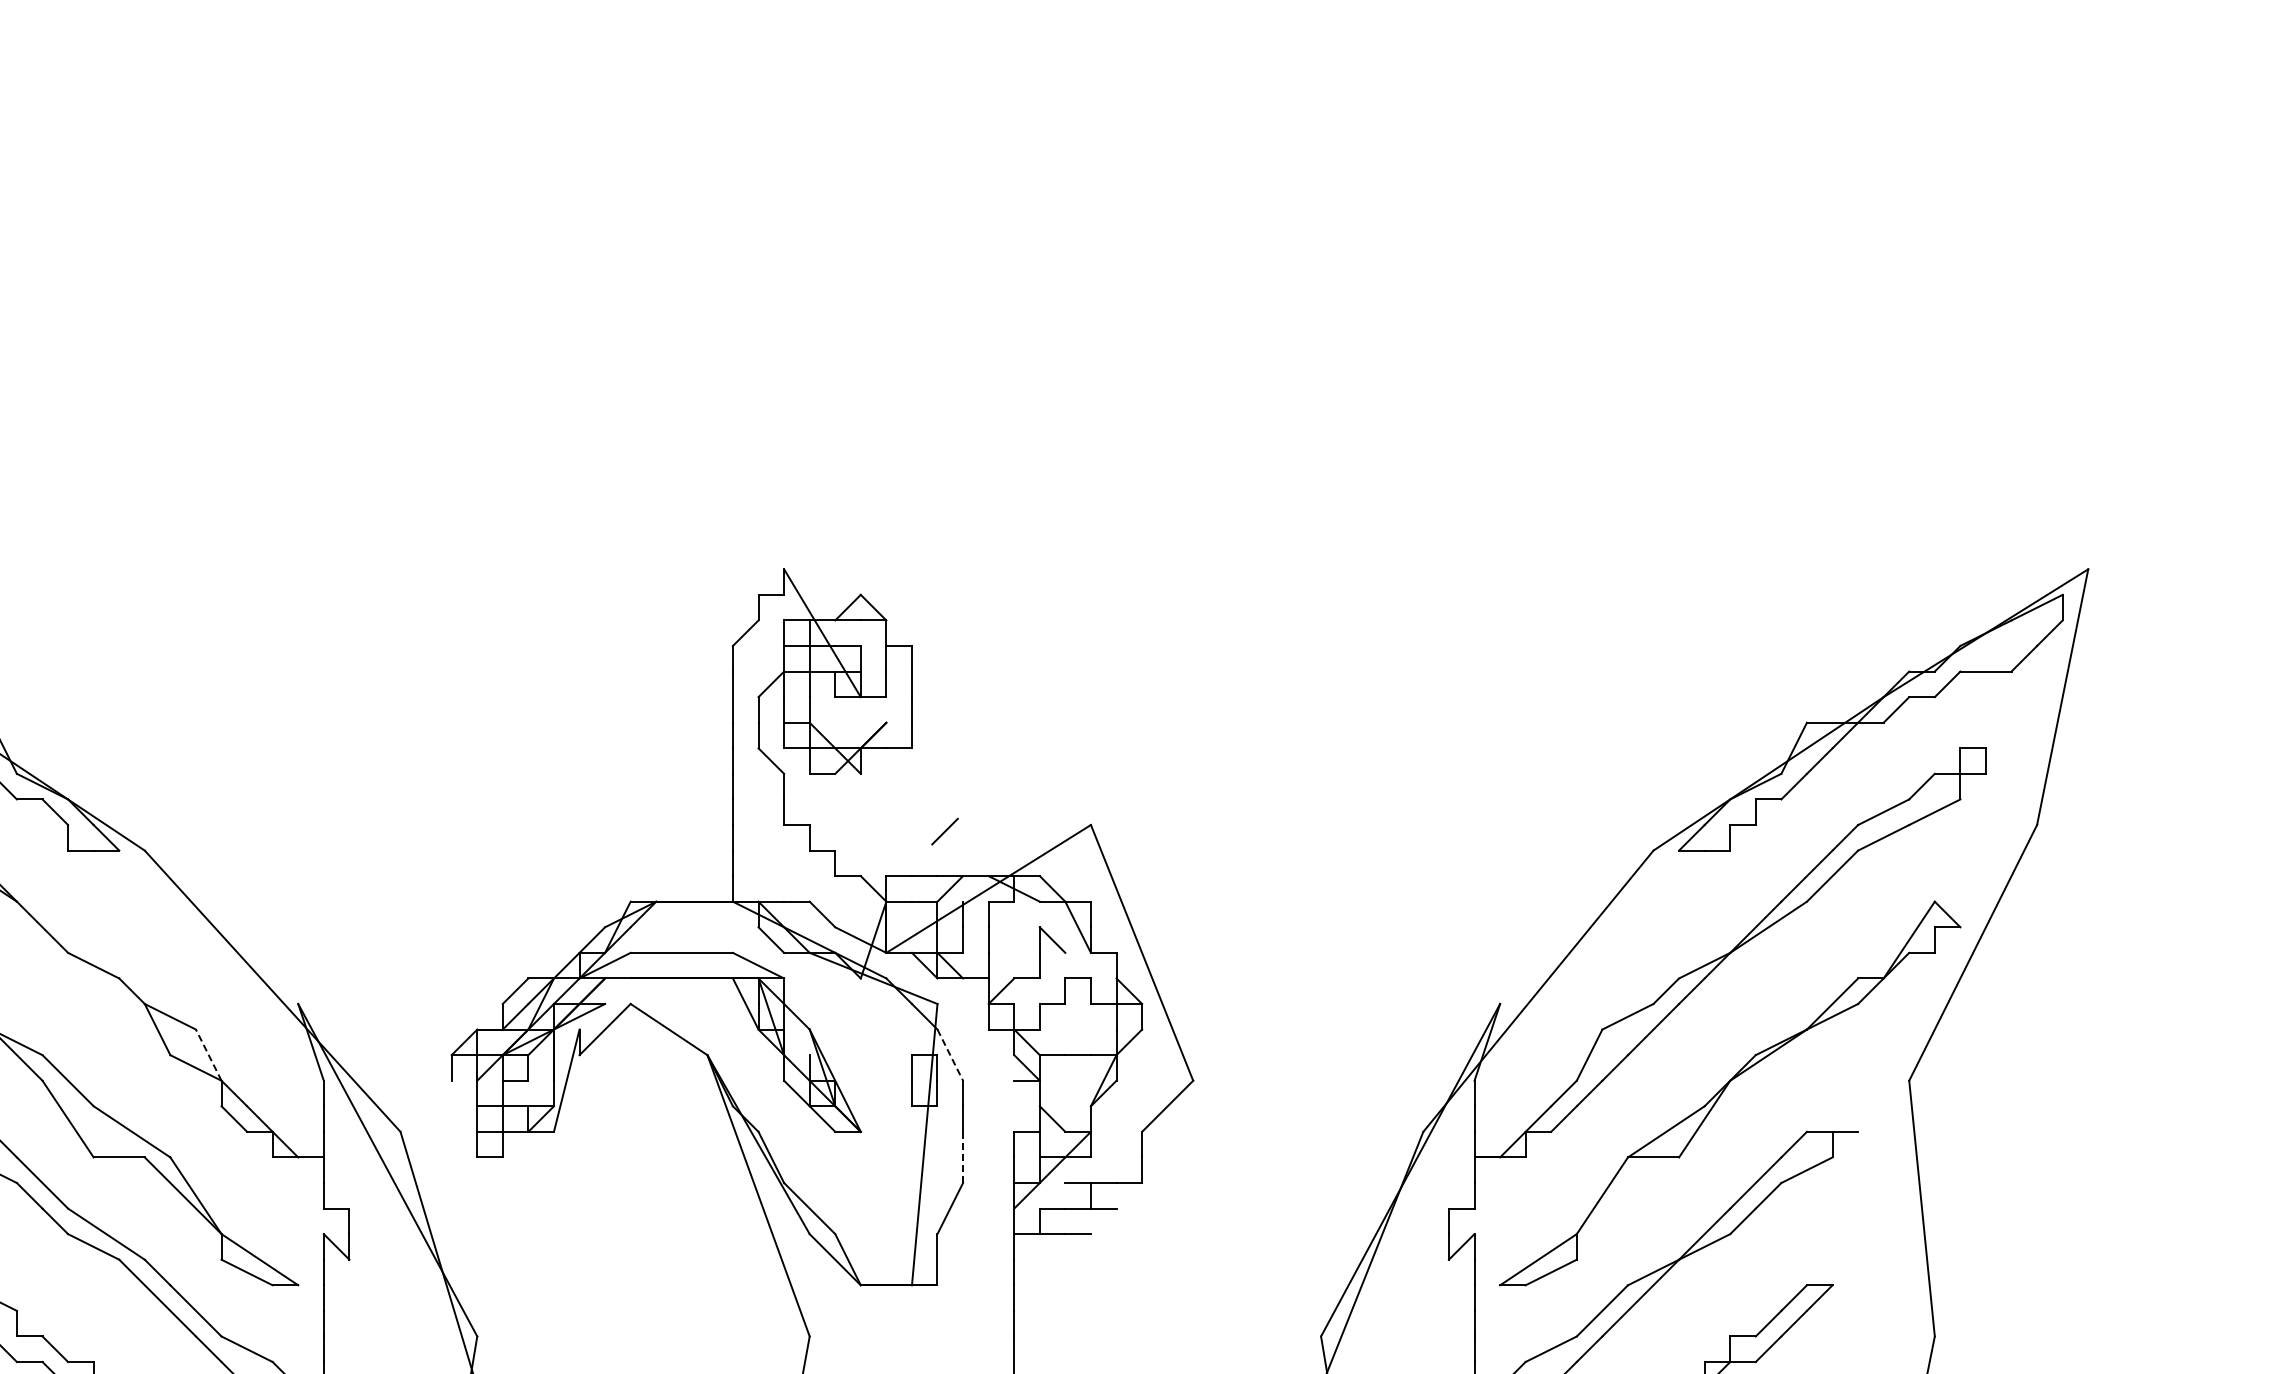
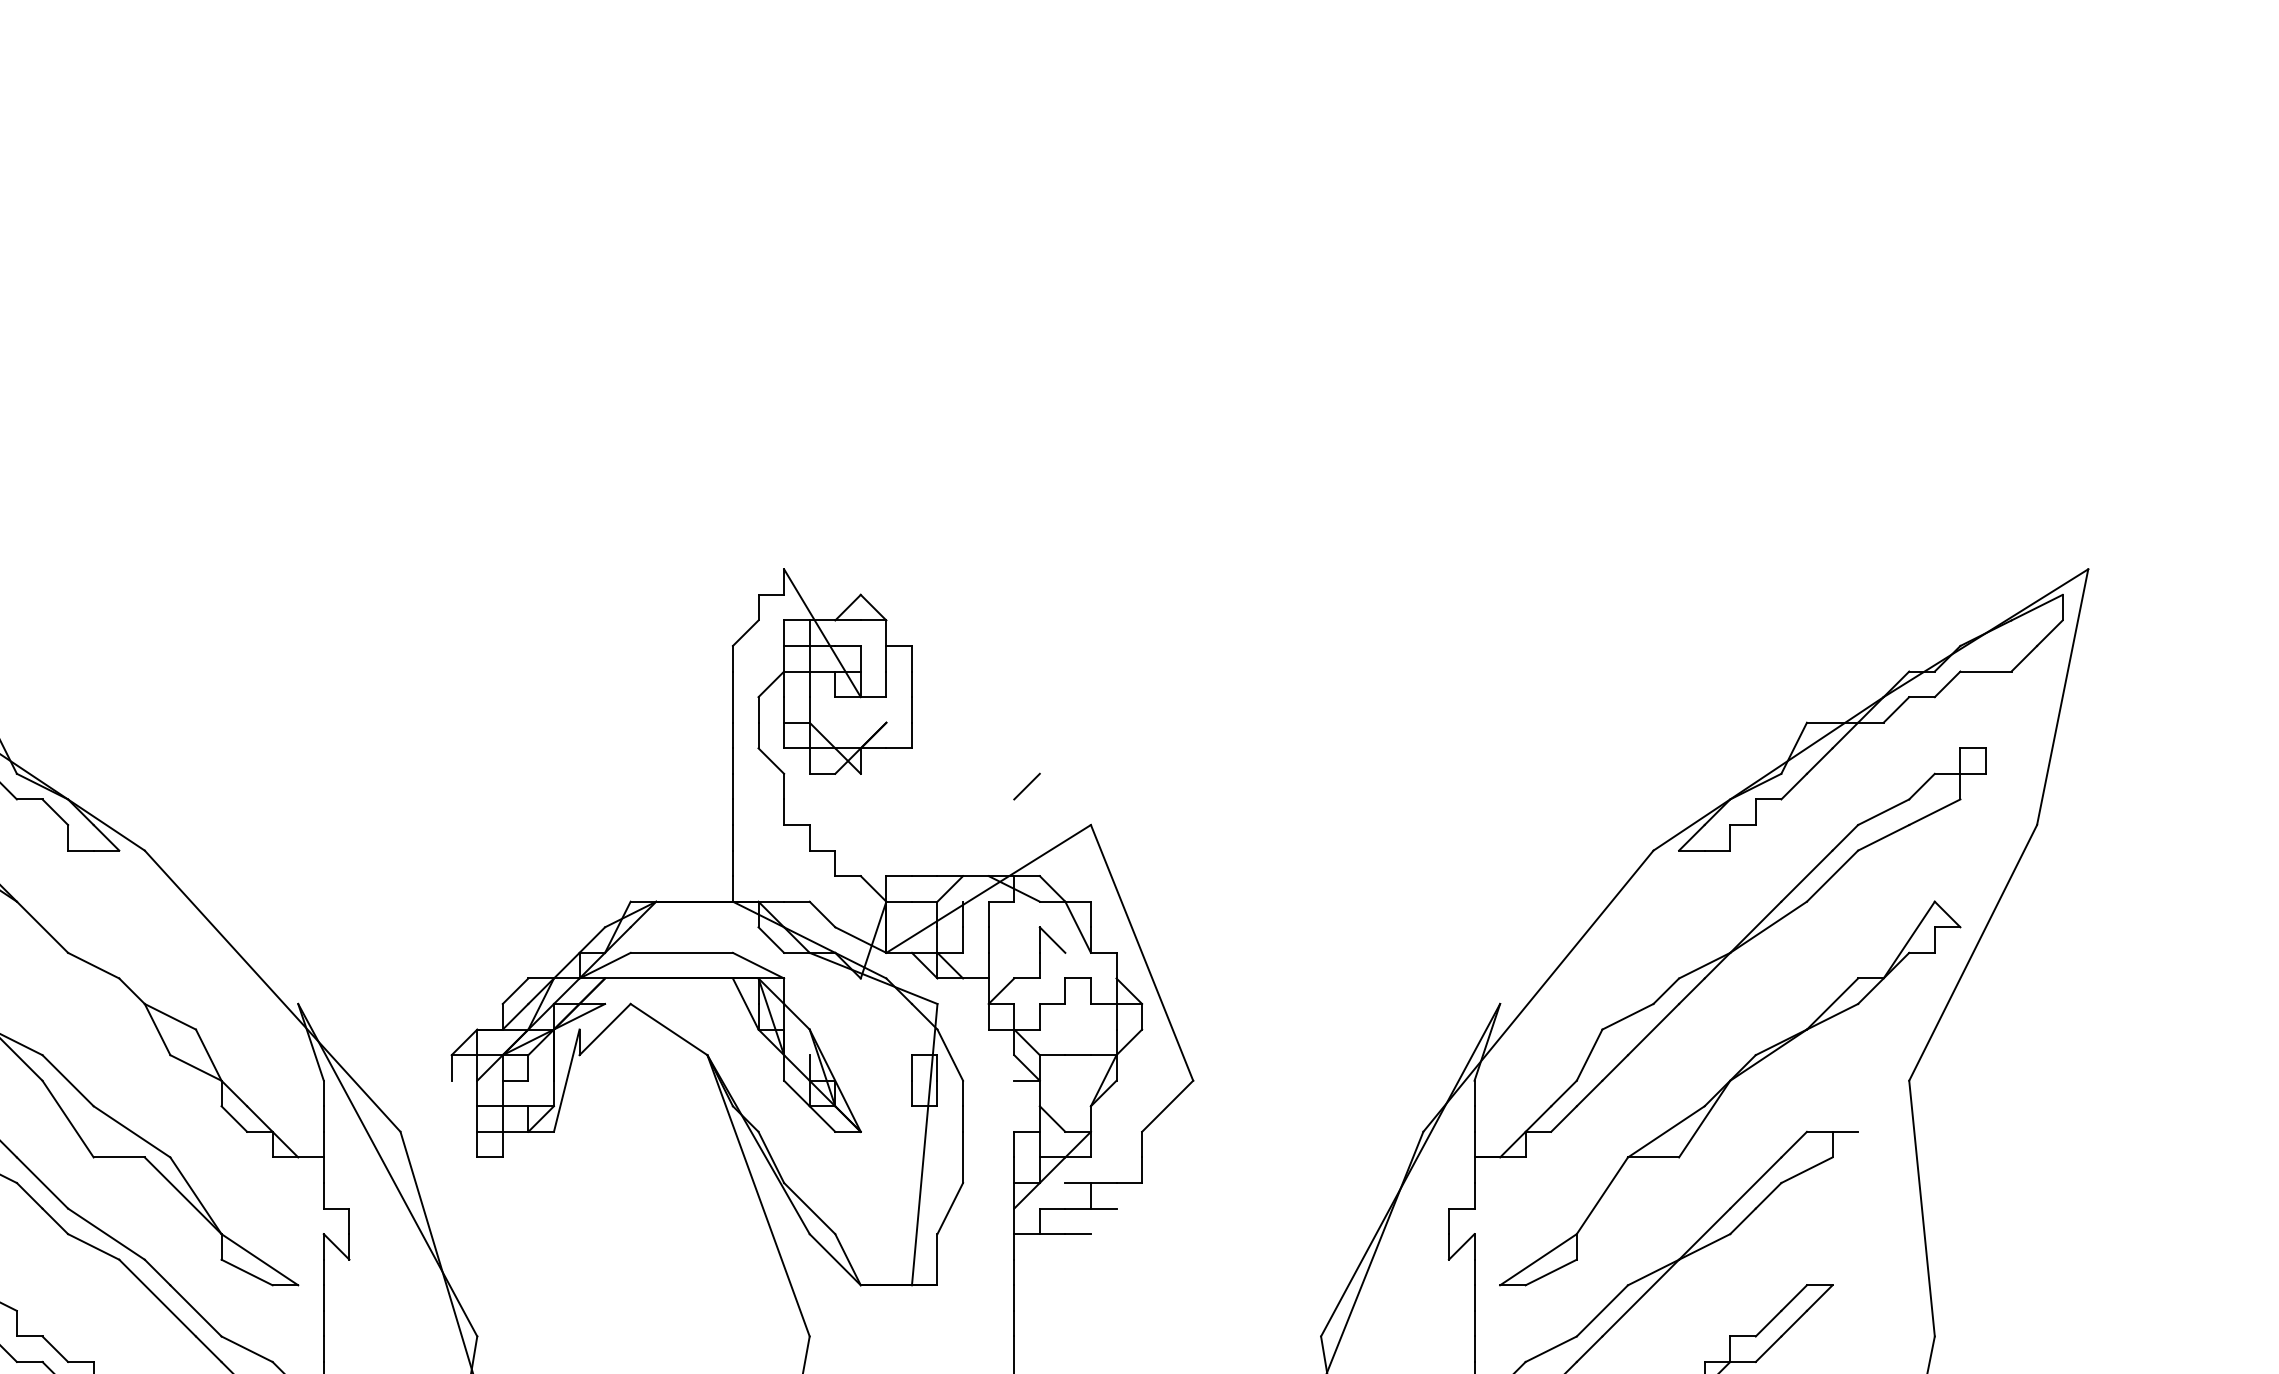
line at (944, 831) position: (944, 831) -> (1026, 786)
line at (208, 1055): dashed -> solid
line at (950, 1055): dashed -> solid
line at (963, 1157): dashed -> solid
